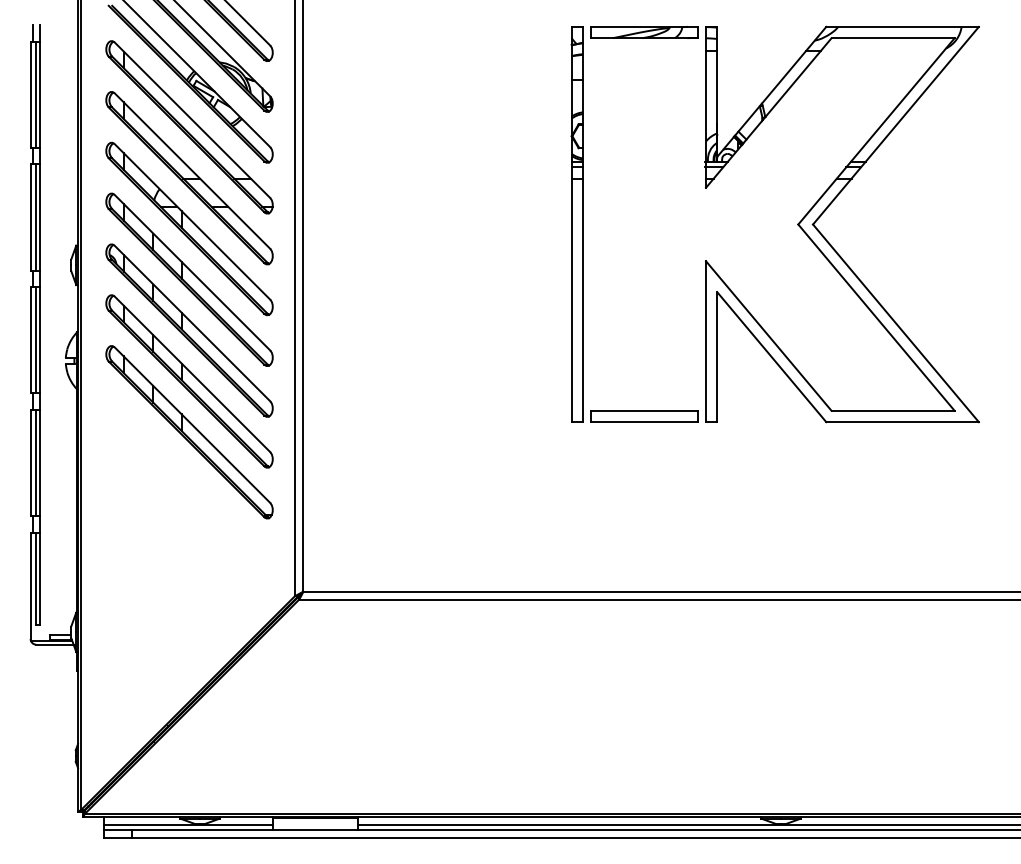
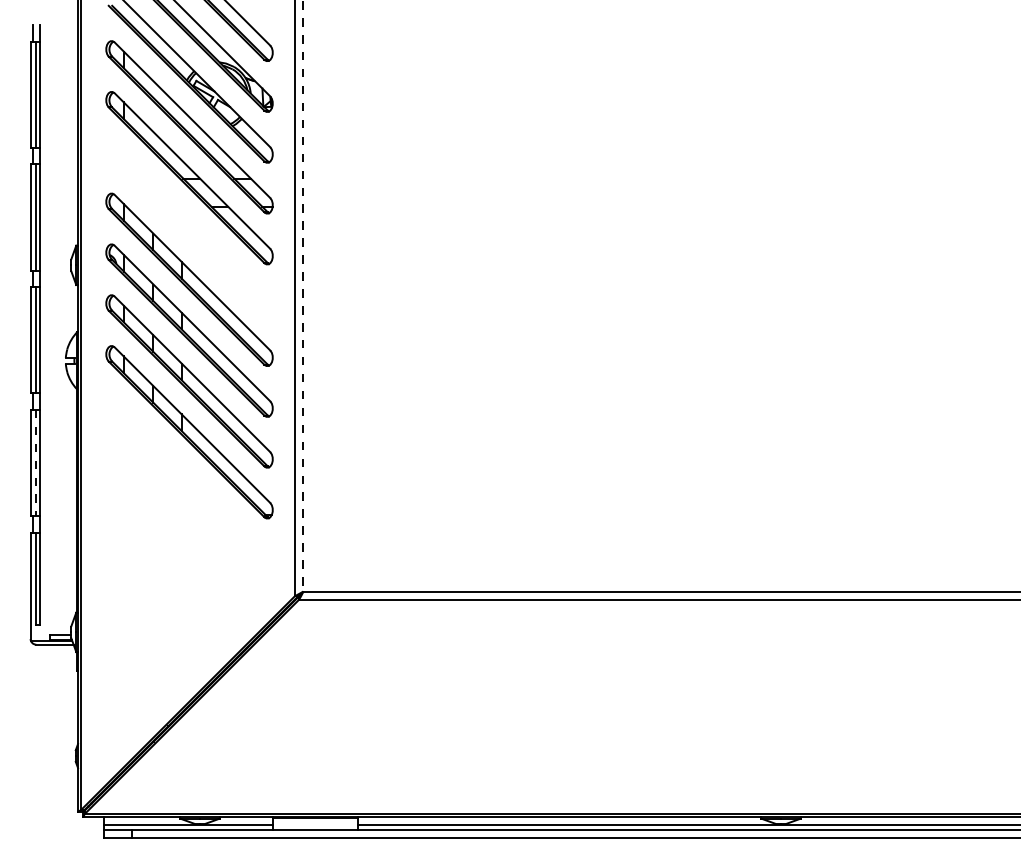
part at (797, 224): present -> none
part at (189, 228): present -> none
line at (303, 296): solid -> dashed
line at (35, 463): solid -> dashed
